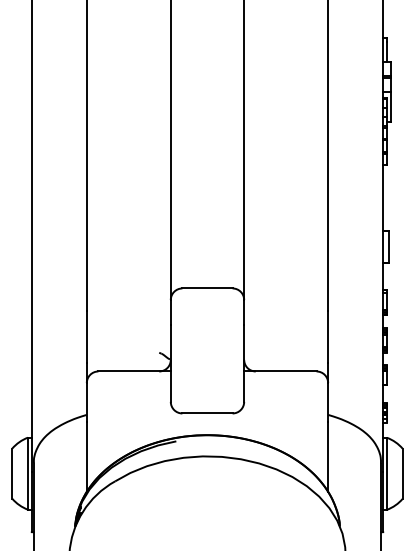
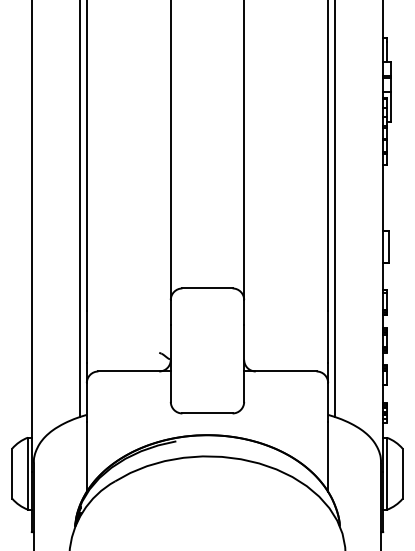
line at (80, 209): none -> present
line at (334, 209): none -> present
